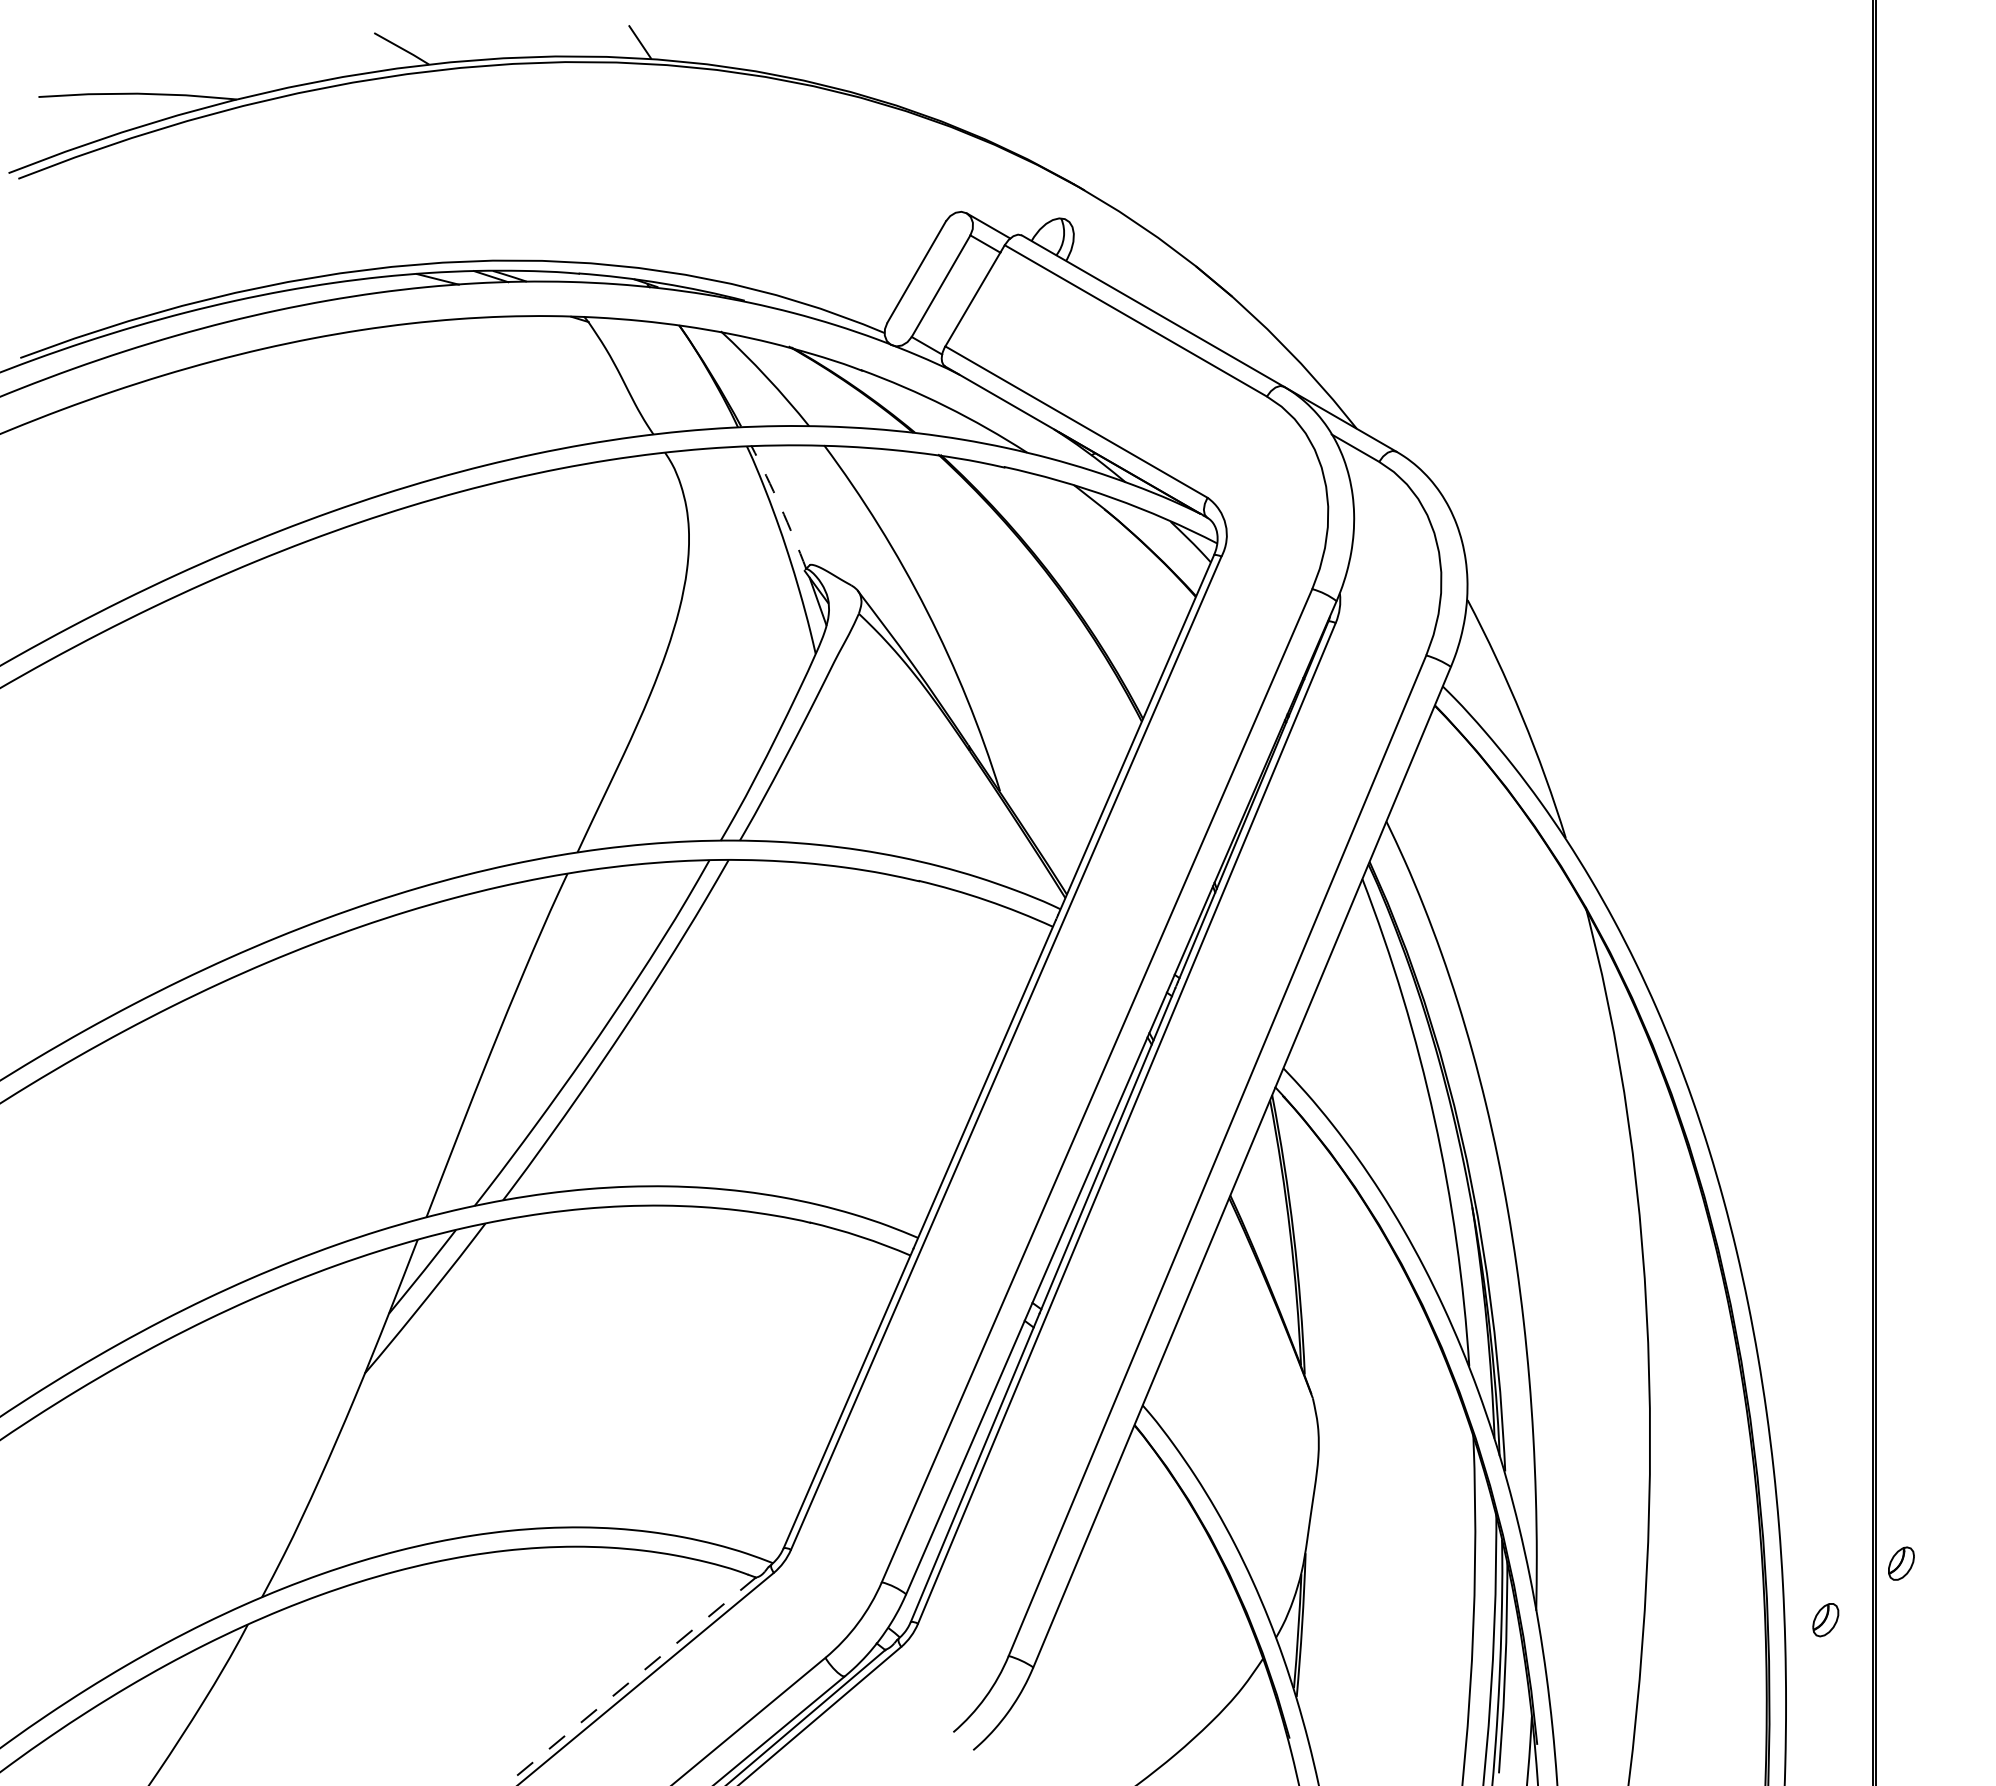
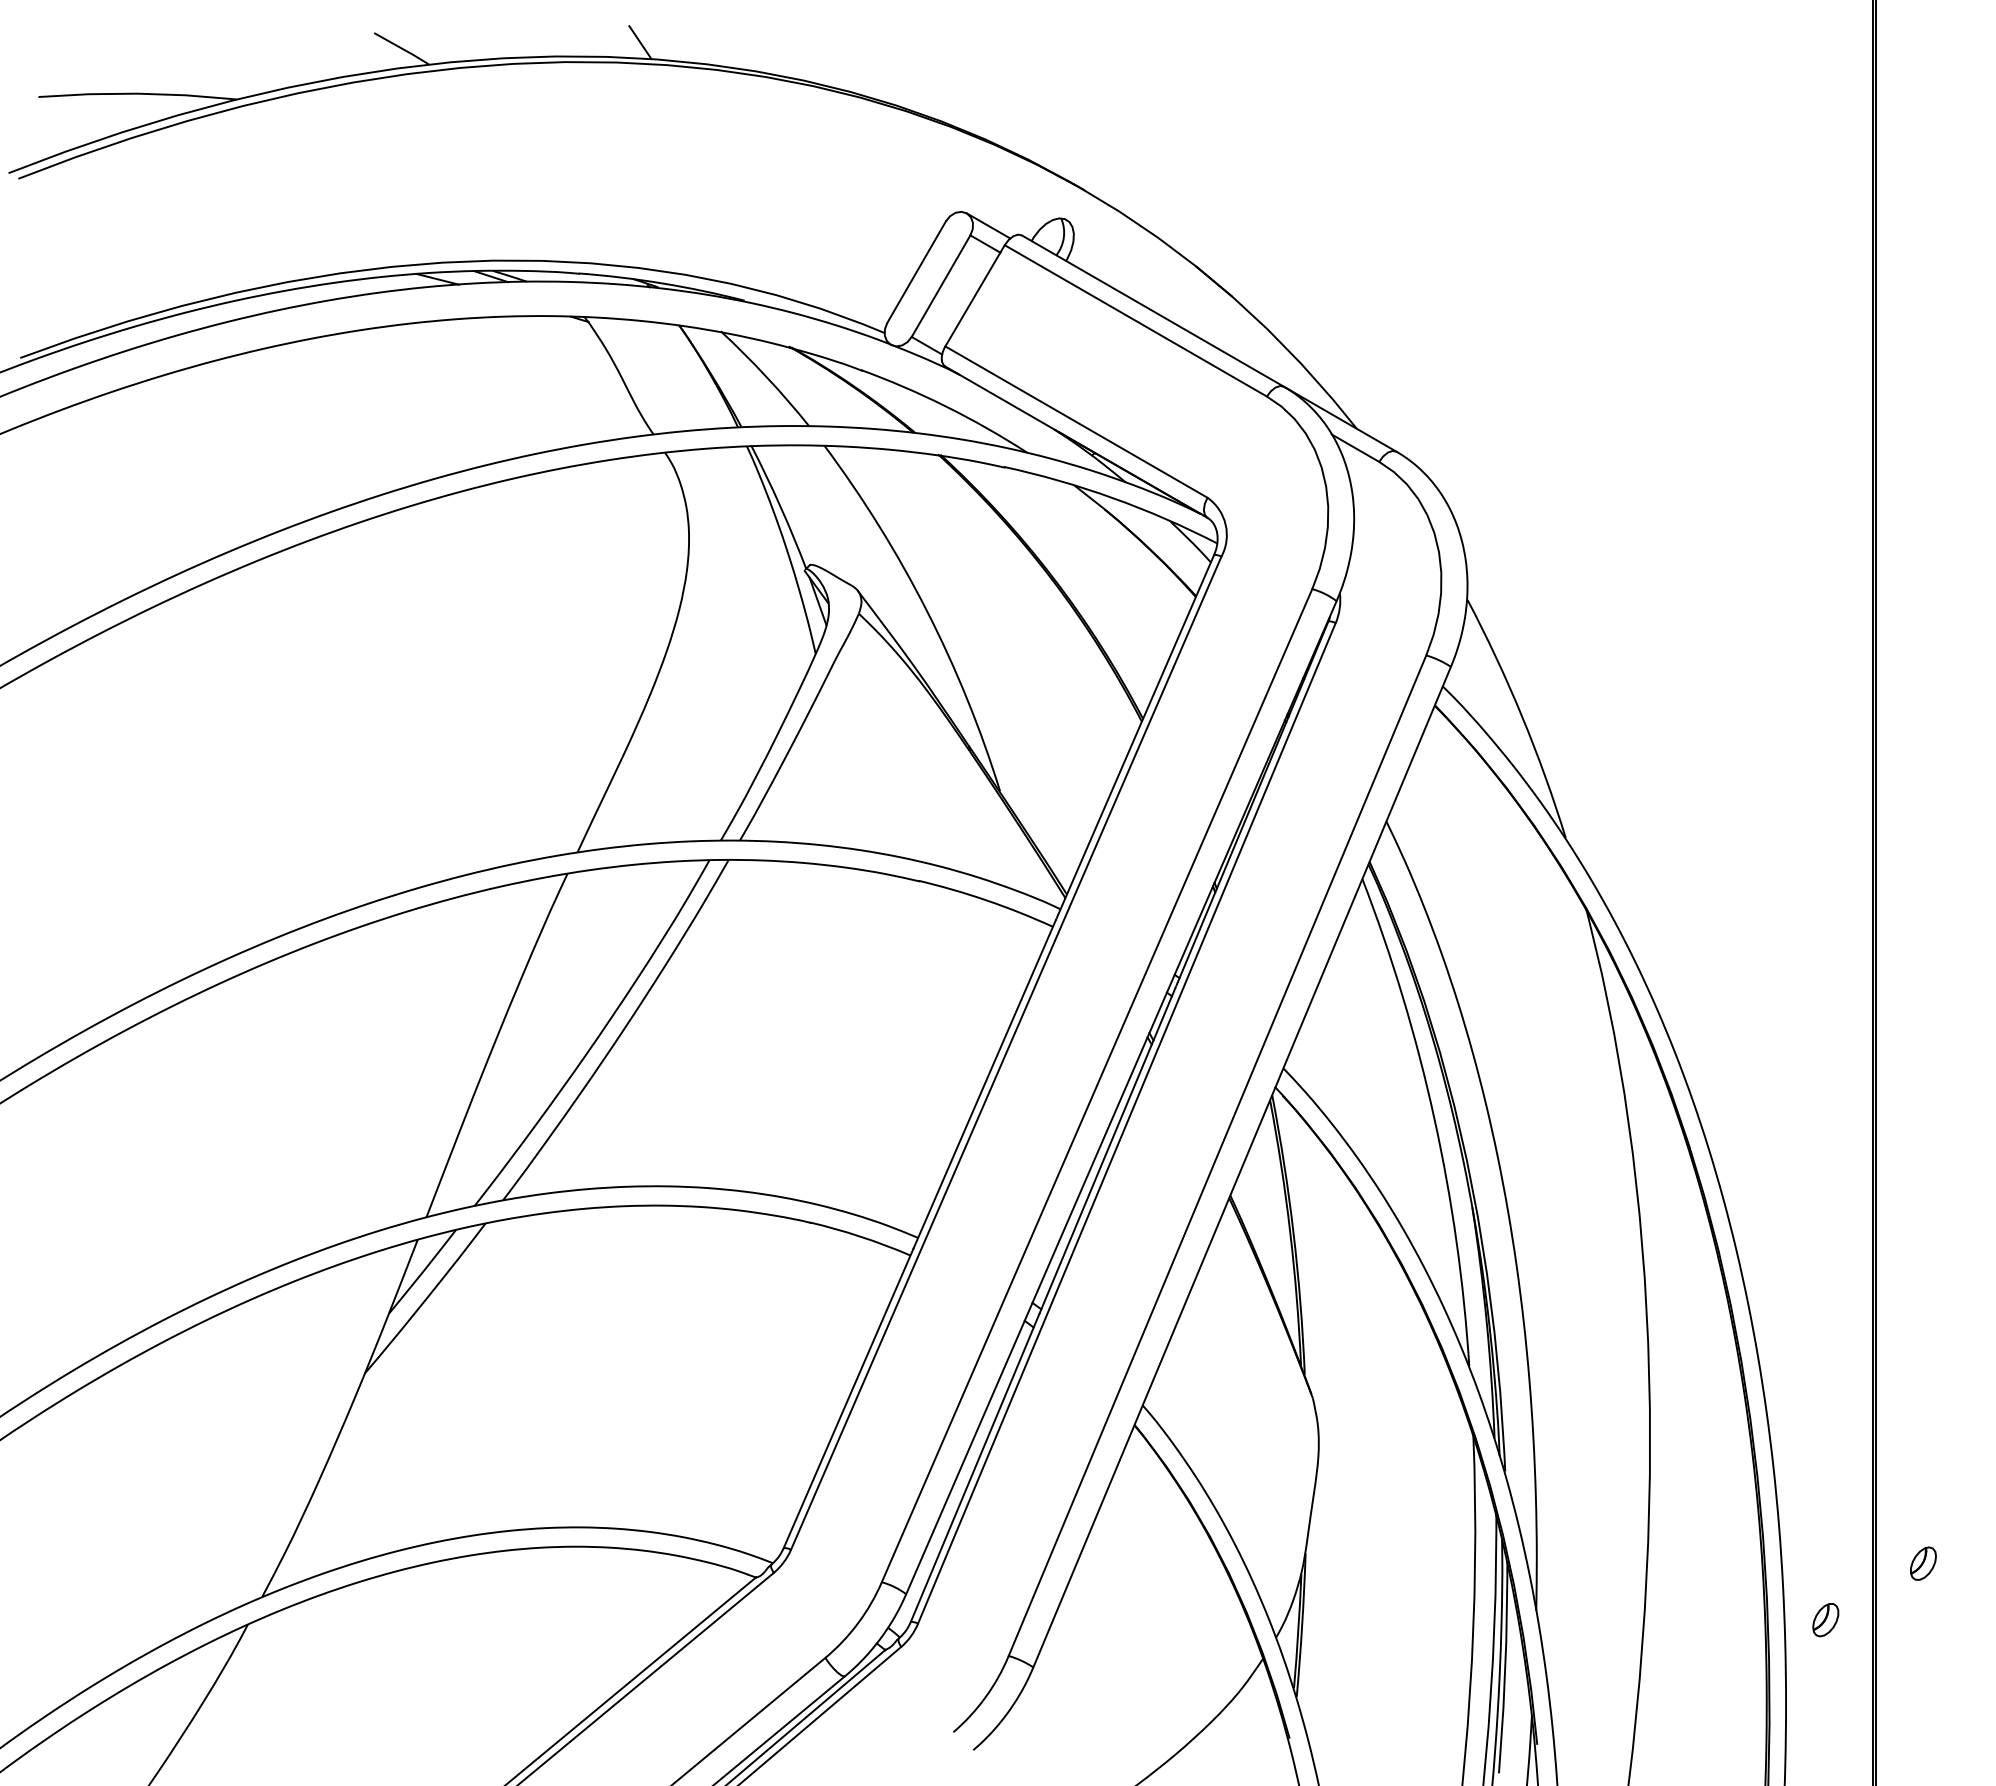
arc at (780, 506): dashed -> solid
part at (1901, 1563) position: (1901, 1563) -> (1923, 1563)
line at (630, 1681): dashed -> solid
